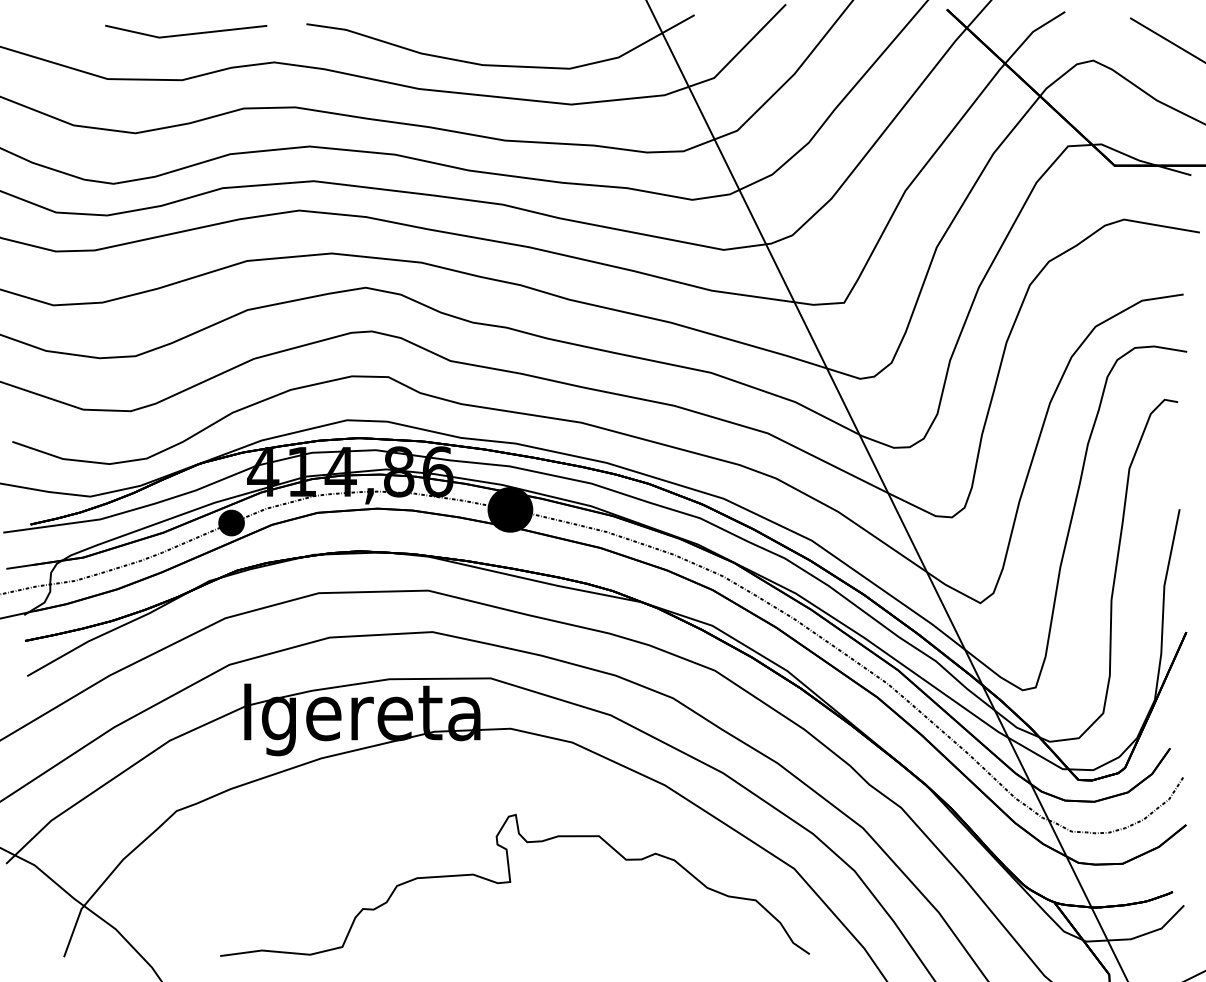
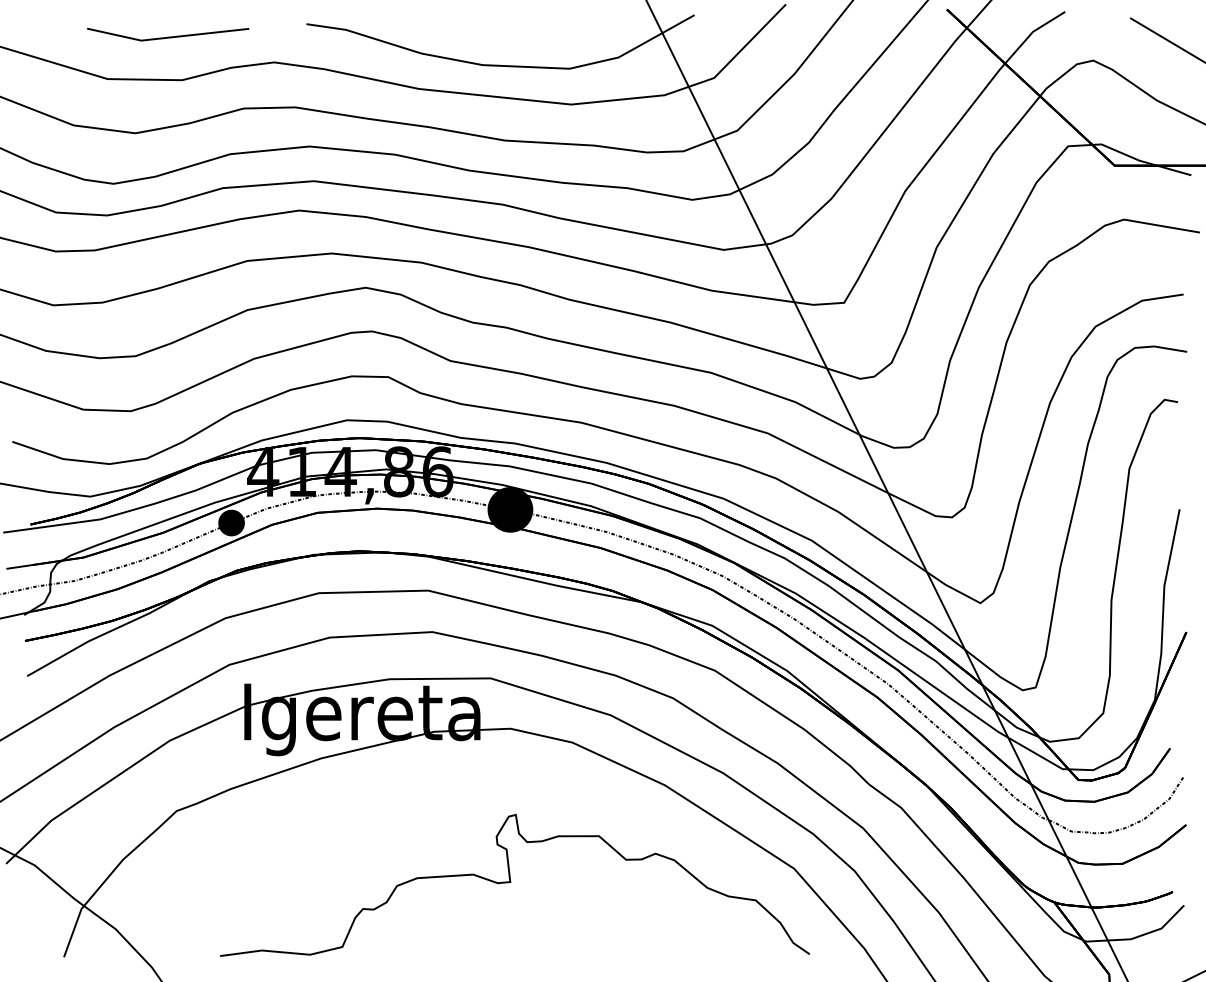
line at (186, 33) position: (186, 33) -> (168, 36)
